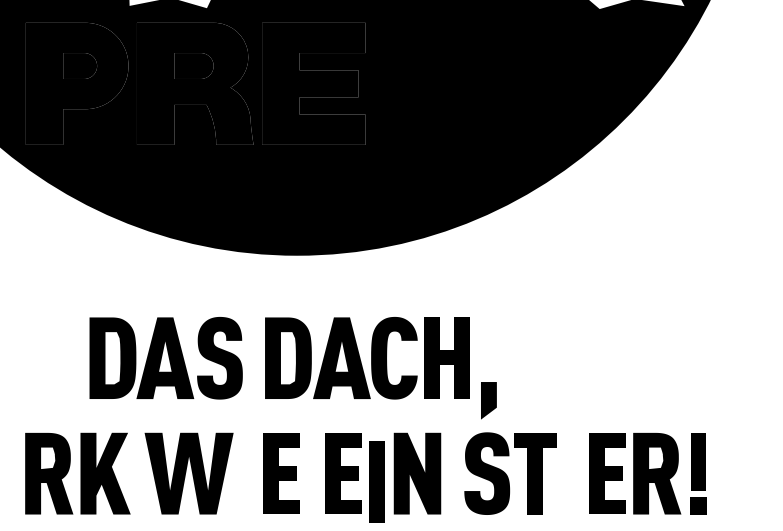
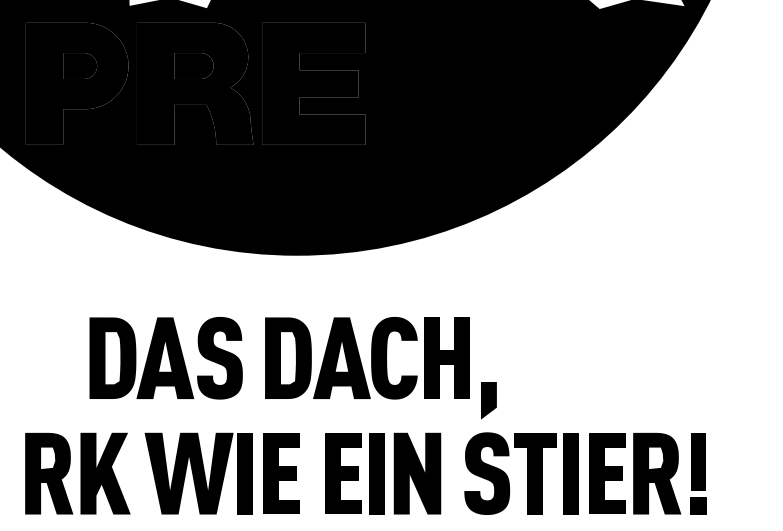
fill at (245, 473): none -> present
fill at (571, 473): none -> present
part at (376, 481) position: (376, 481) -> (376, 473)
